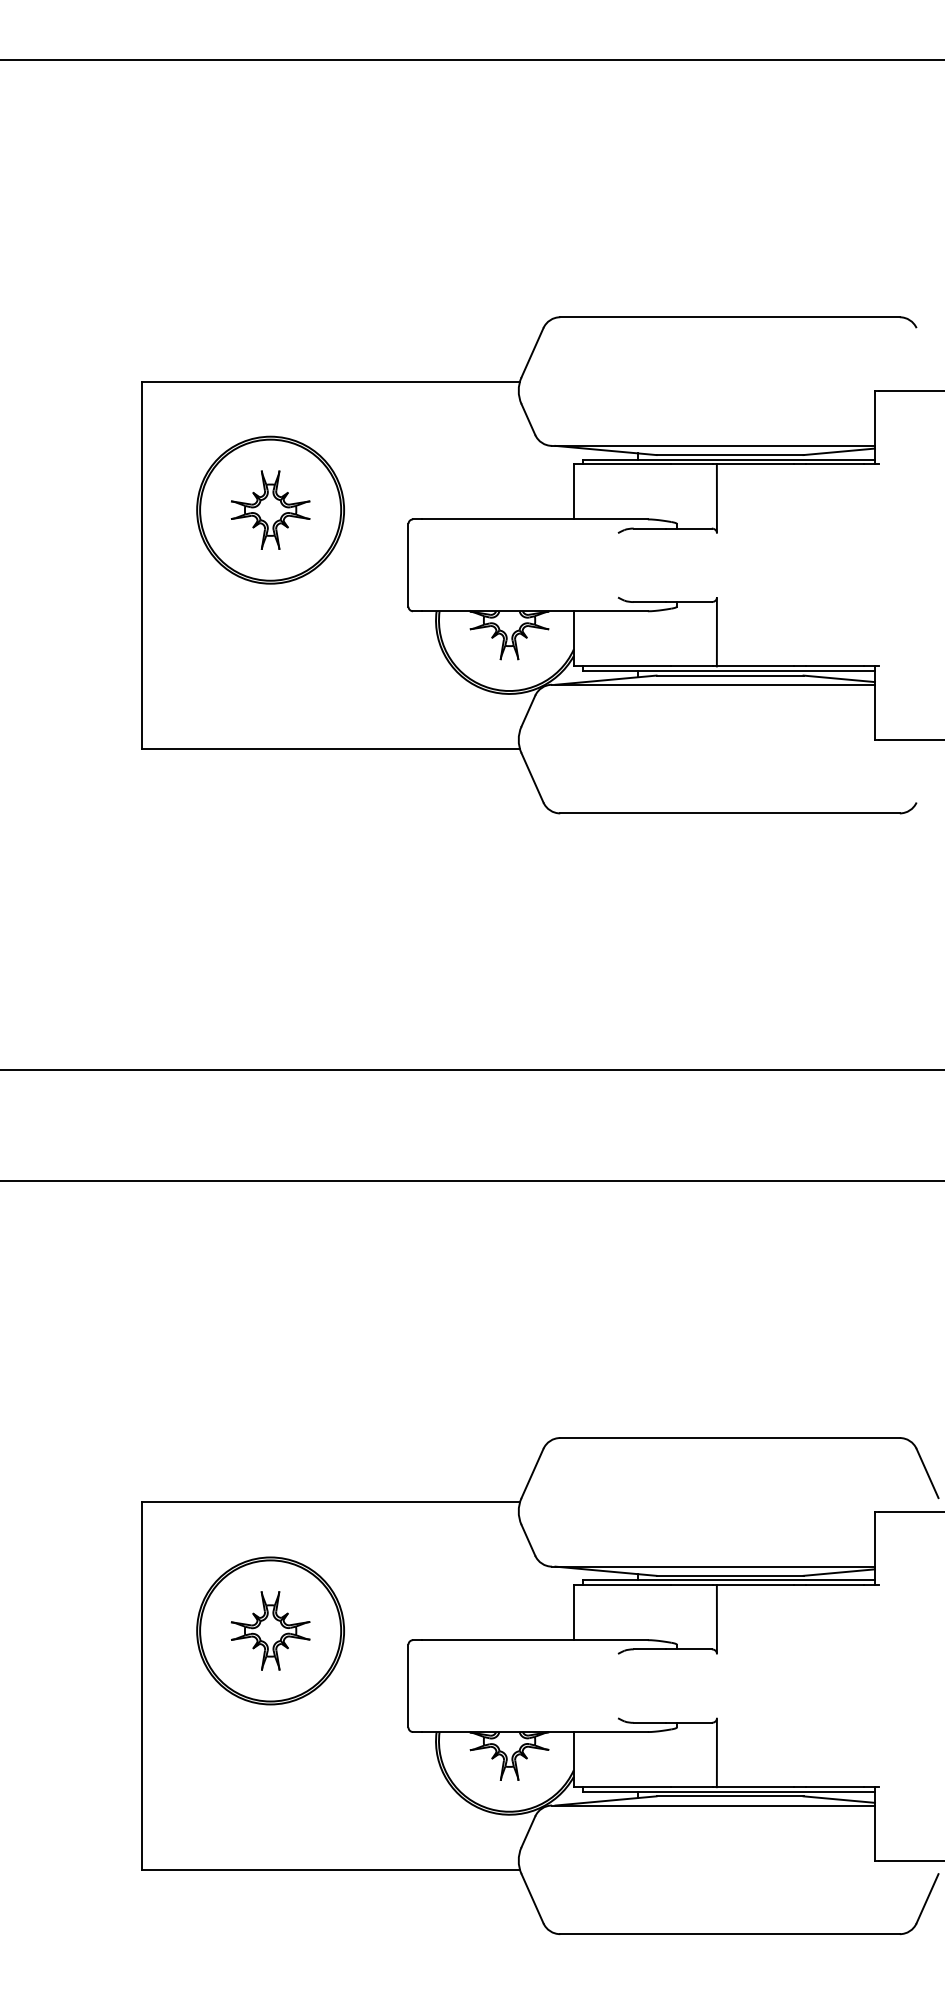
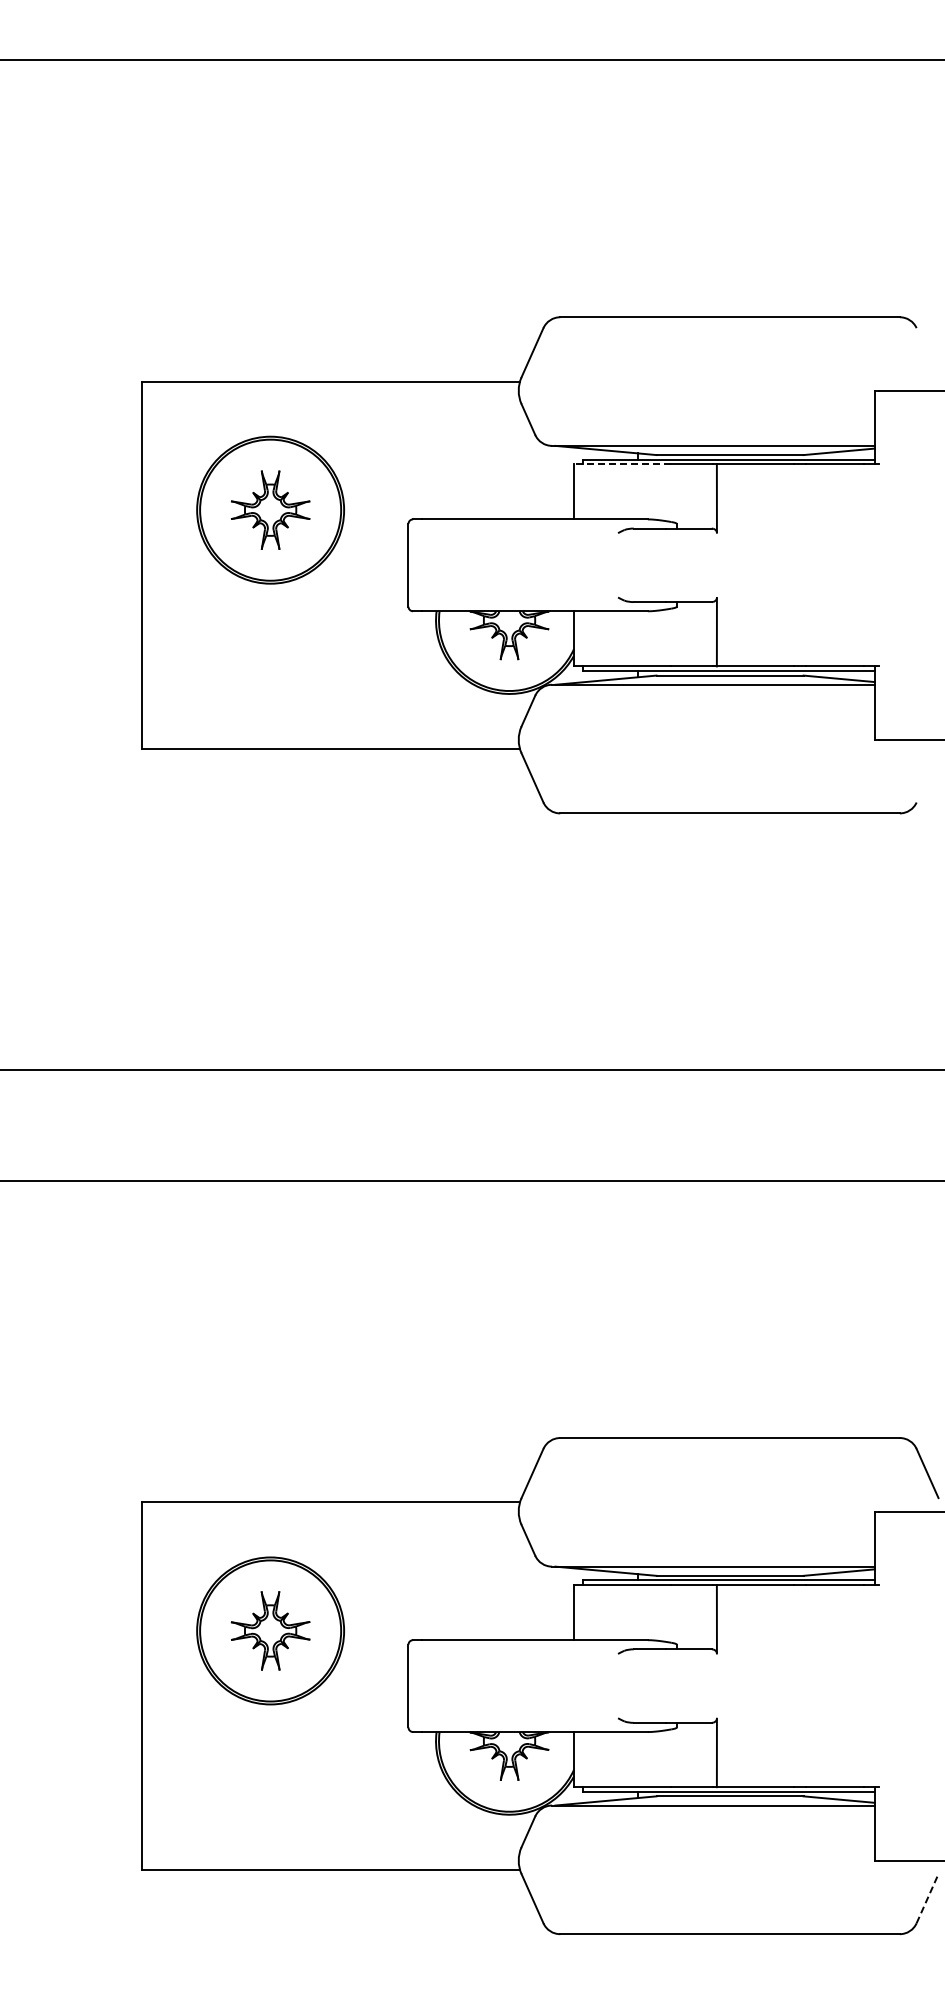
line at (622, 464): solid -> dashed
line at (927, 1898): solid -> dashed
